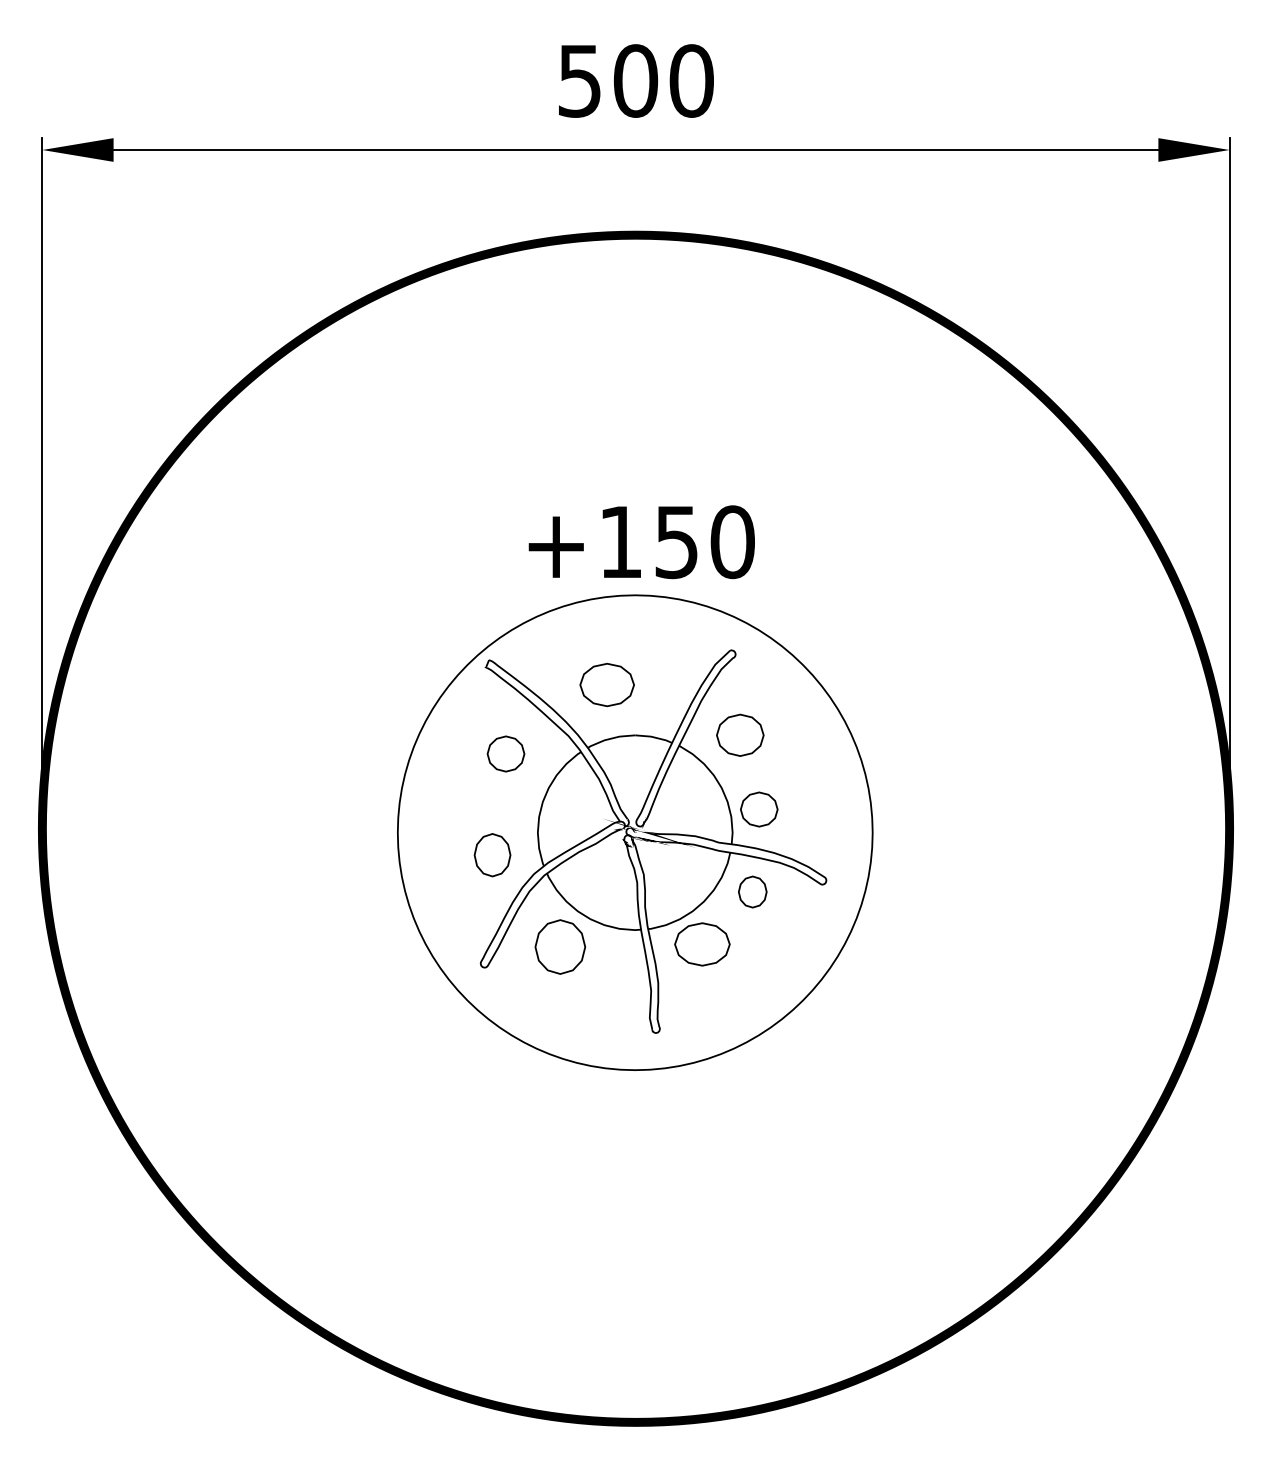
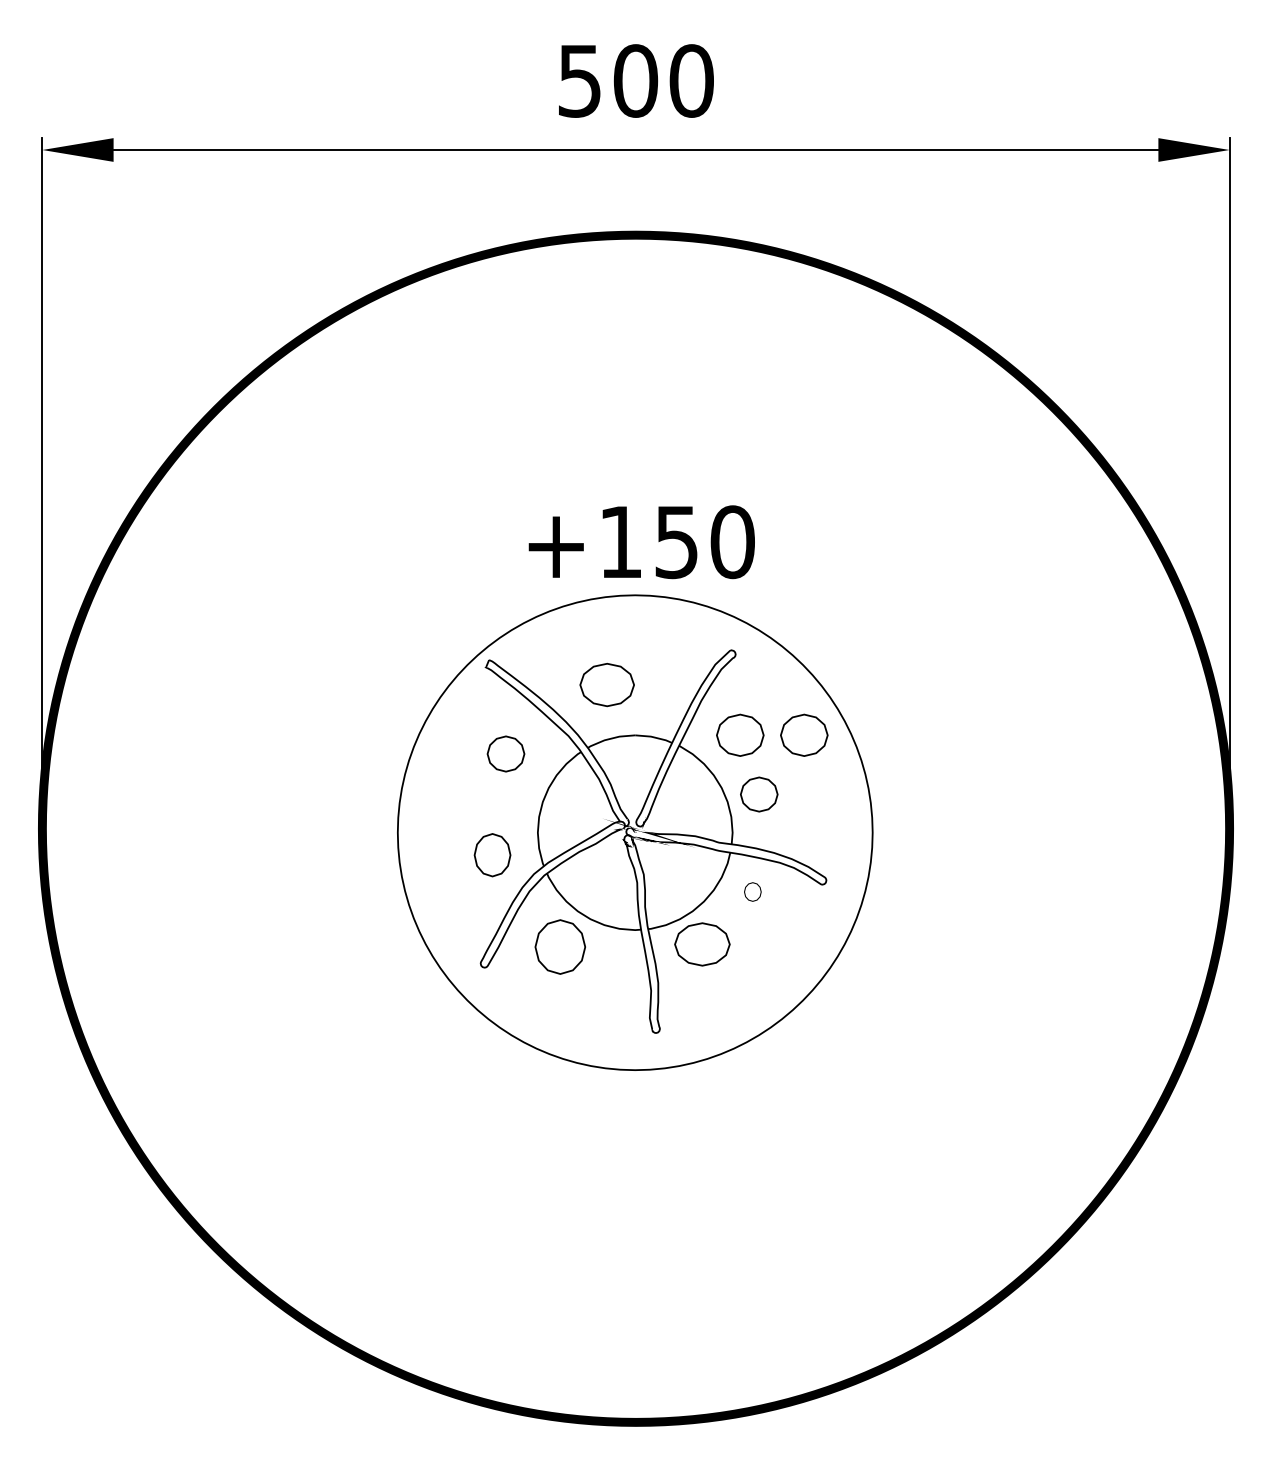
part at (804, 734): none -> present
part at (759, 809) position: (759, 809) -> (759, 794)
part at (752, 891) size: 30x34 px -> 18x20 px
